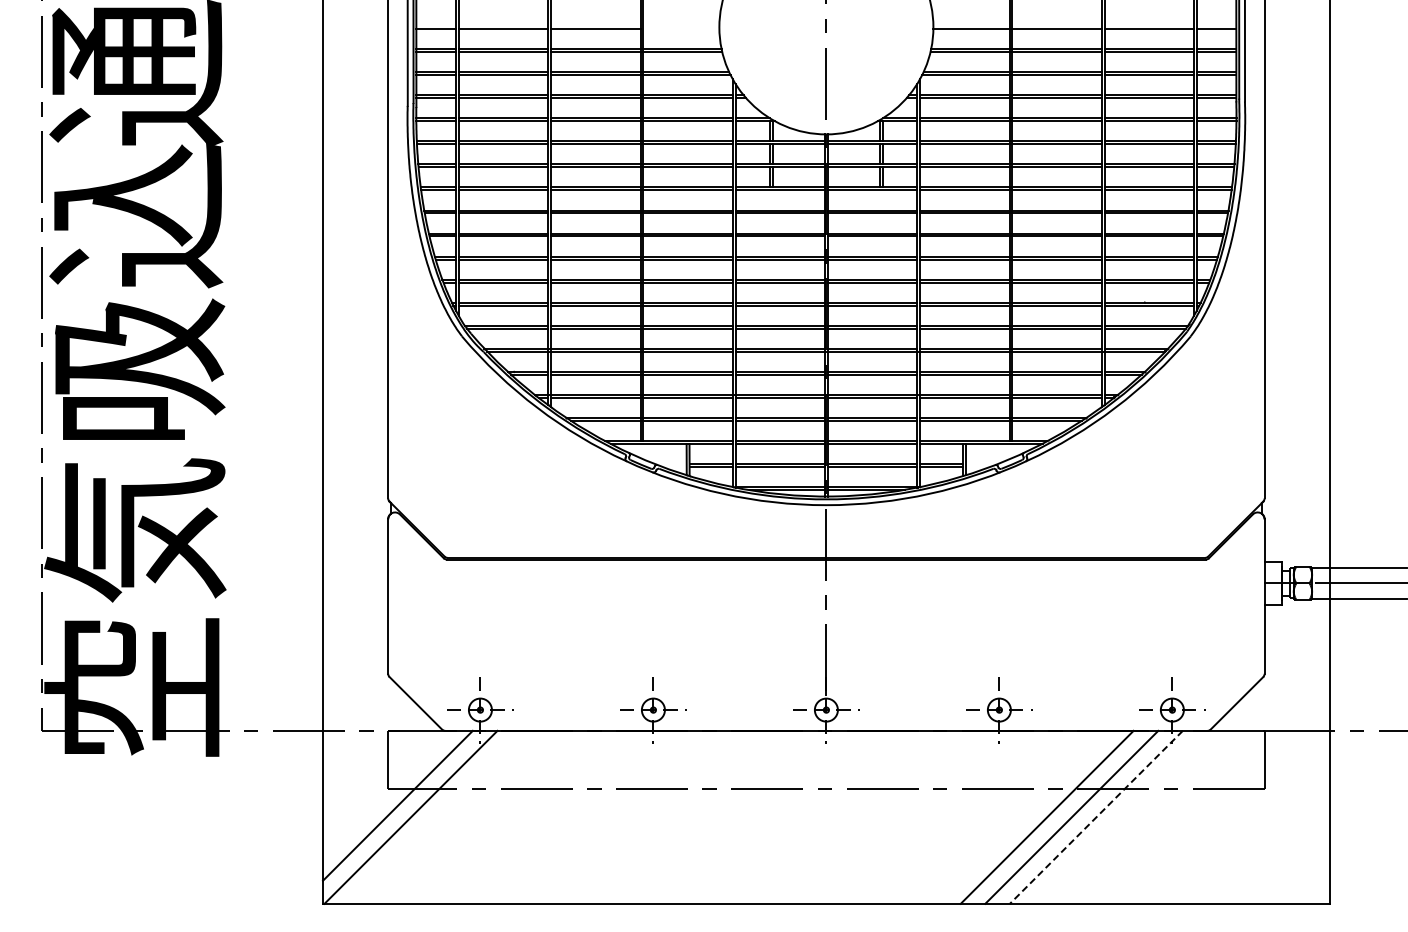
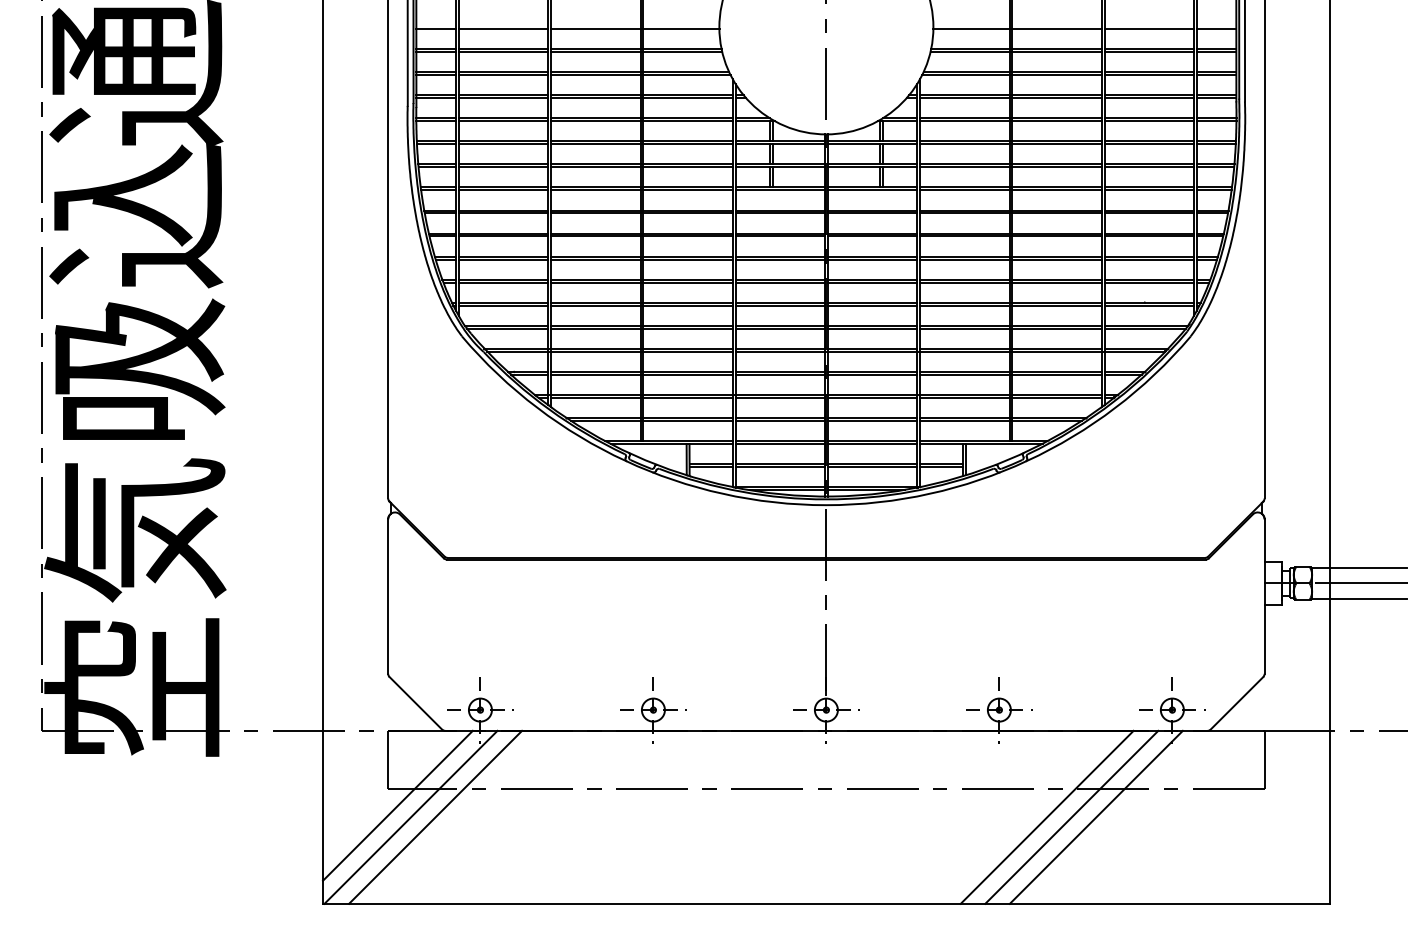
line at (681, 28): none -> present
line at (435, 816): none -> present
line at (1096, 817): dashed -> solid
